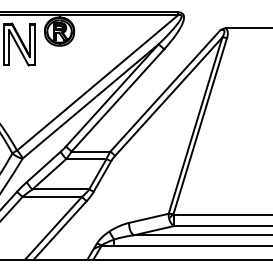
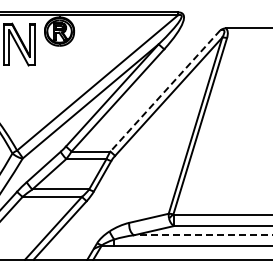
line at (165, 90): solid -> dashed
line at (202, 235): solid -> dashed
